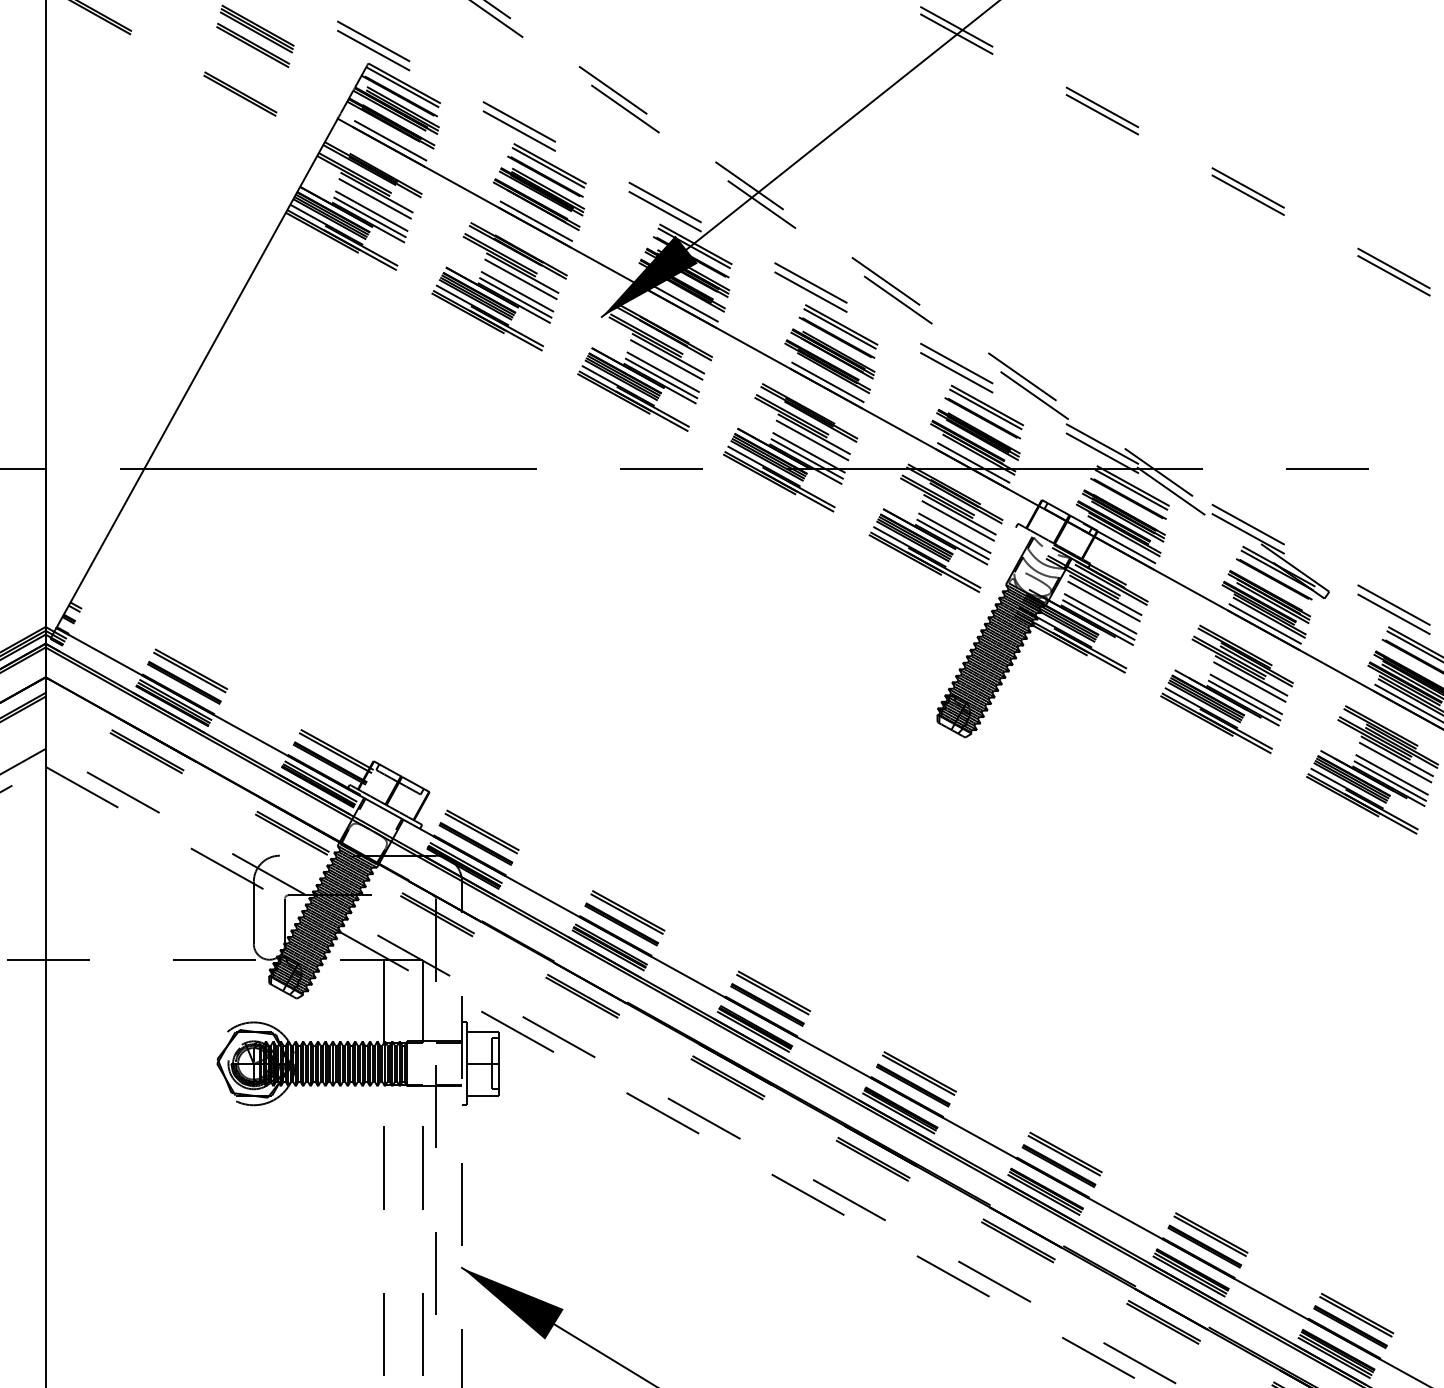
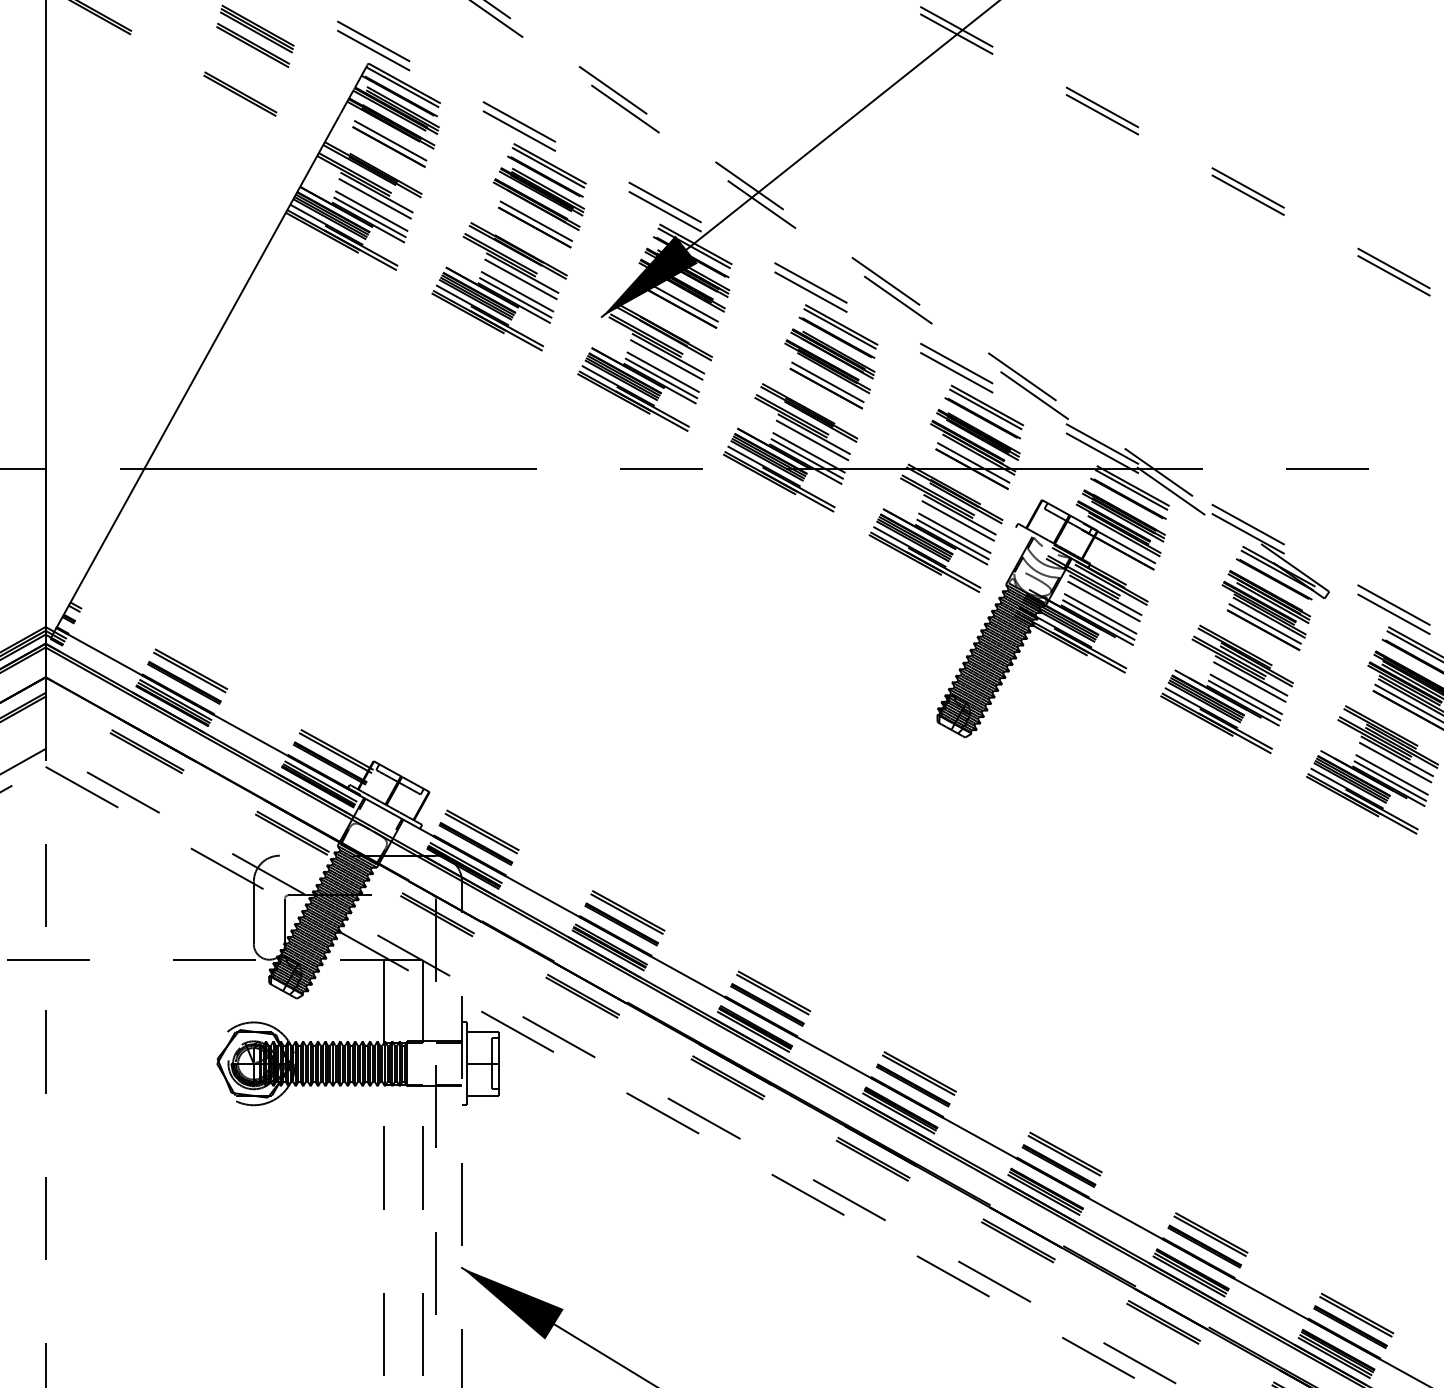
line at (890, 423): solid -> dashed
line at (45, 1032): solid -> dashed
